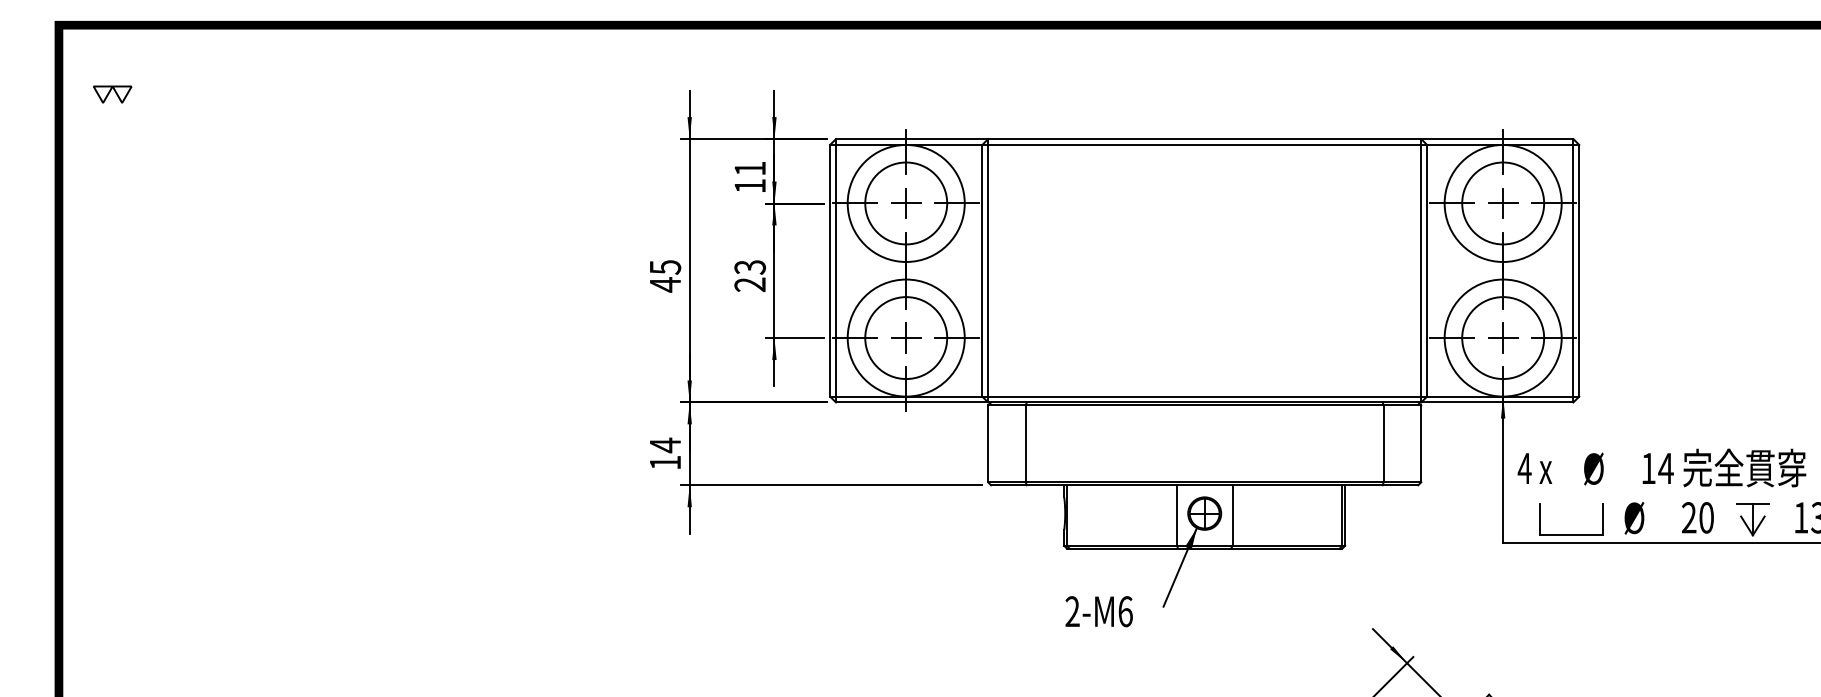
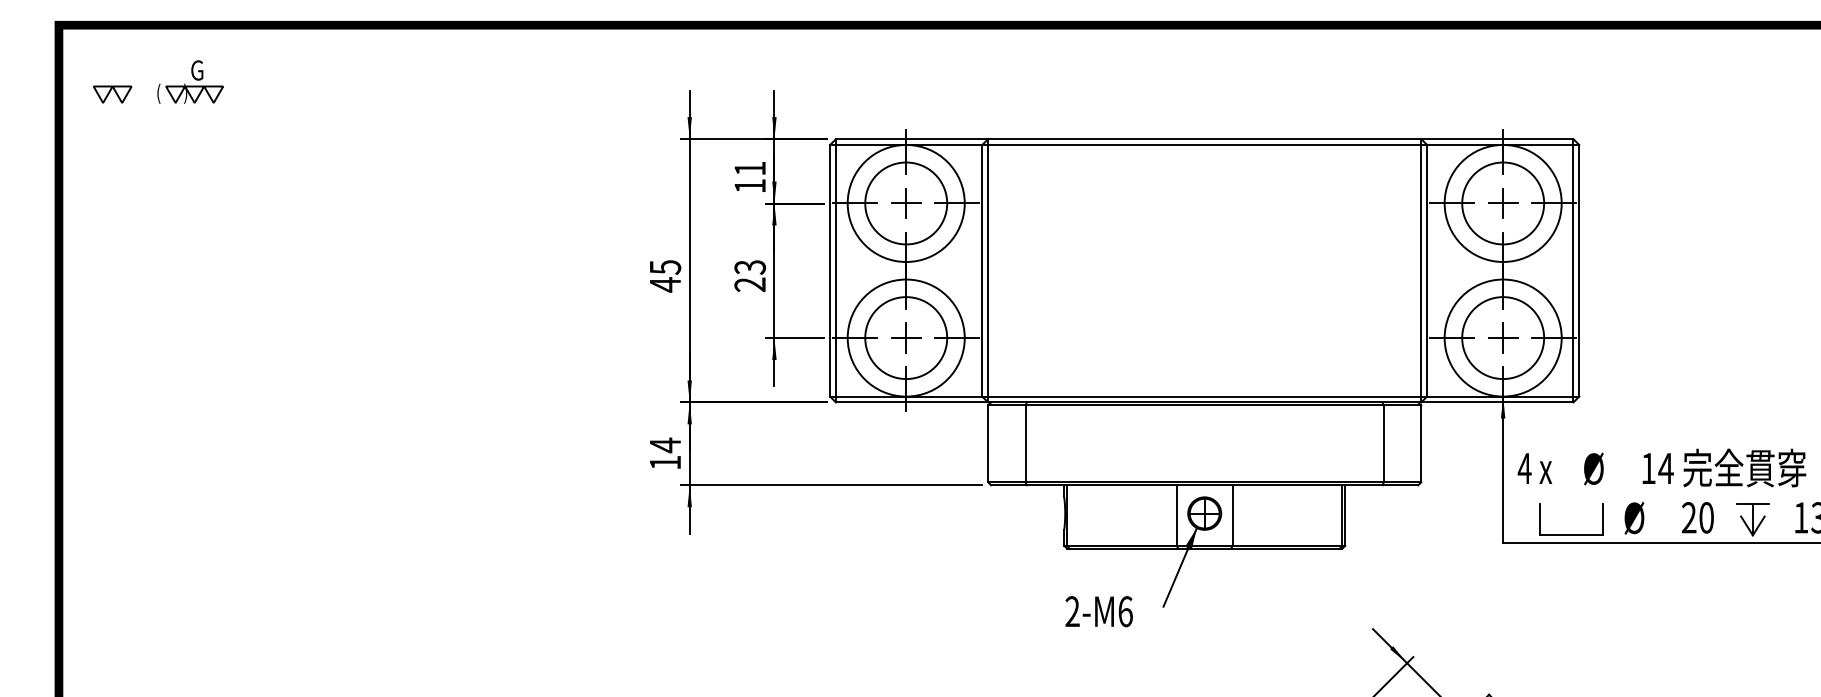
part at (190, 81): none -> present
